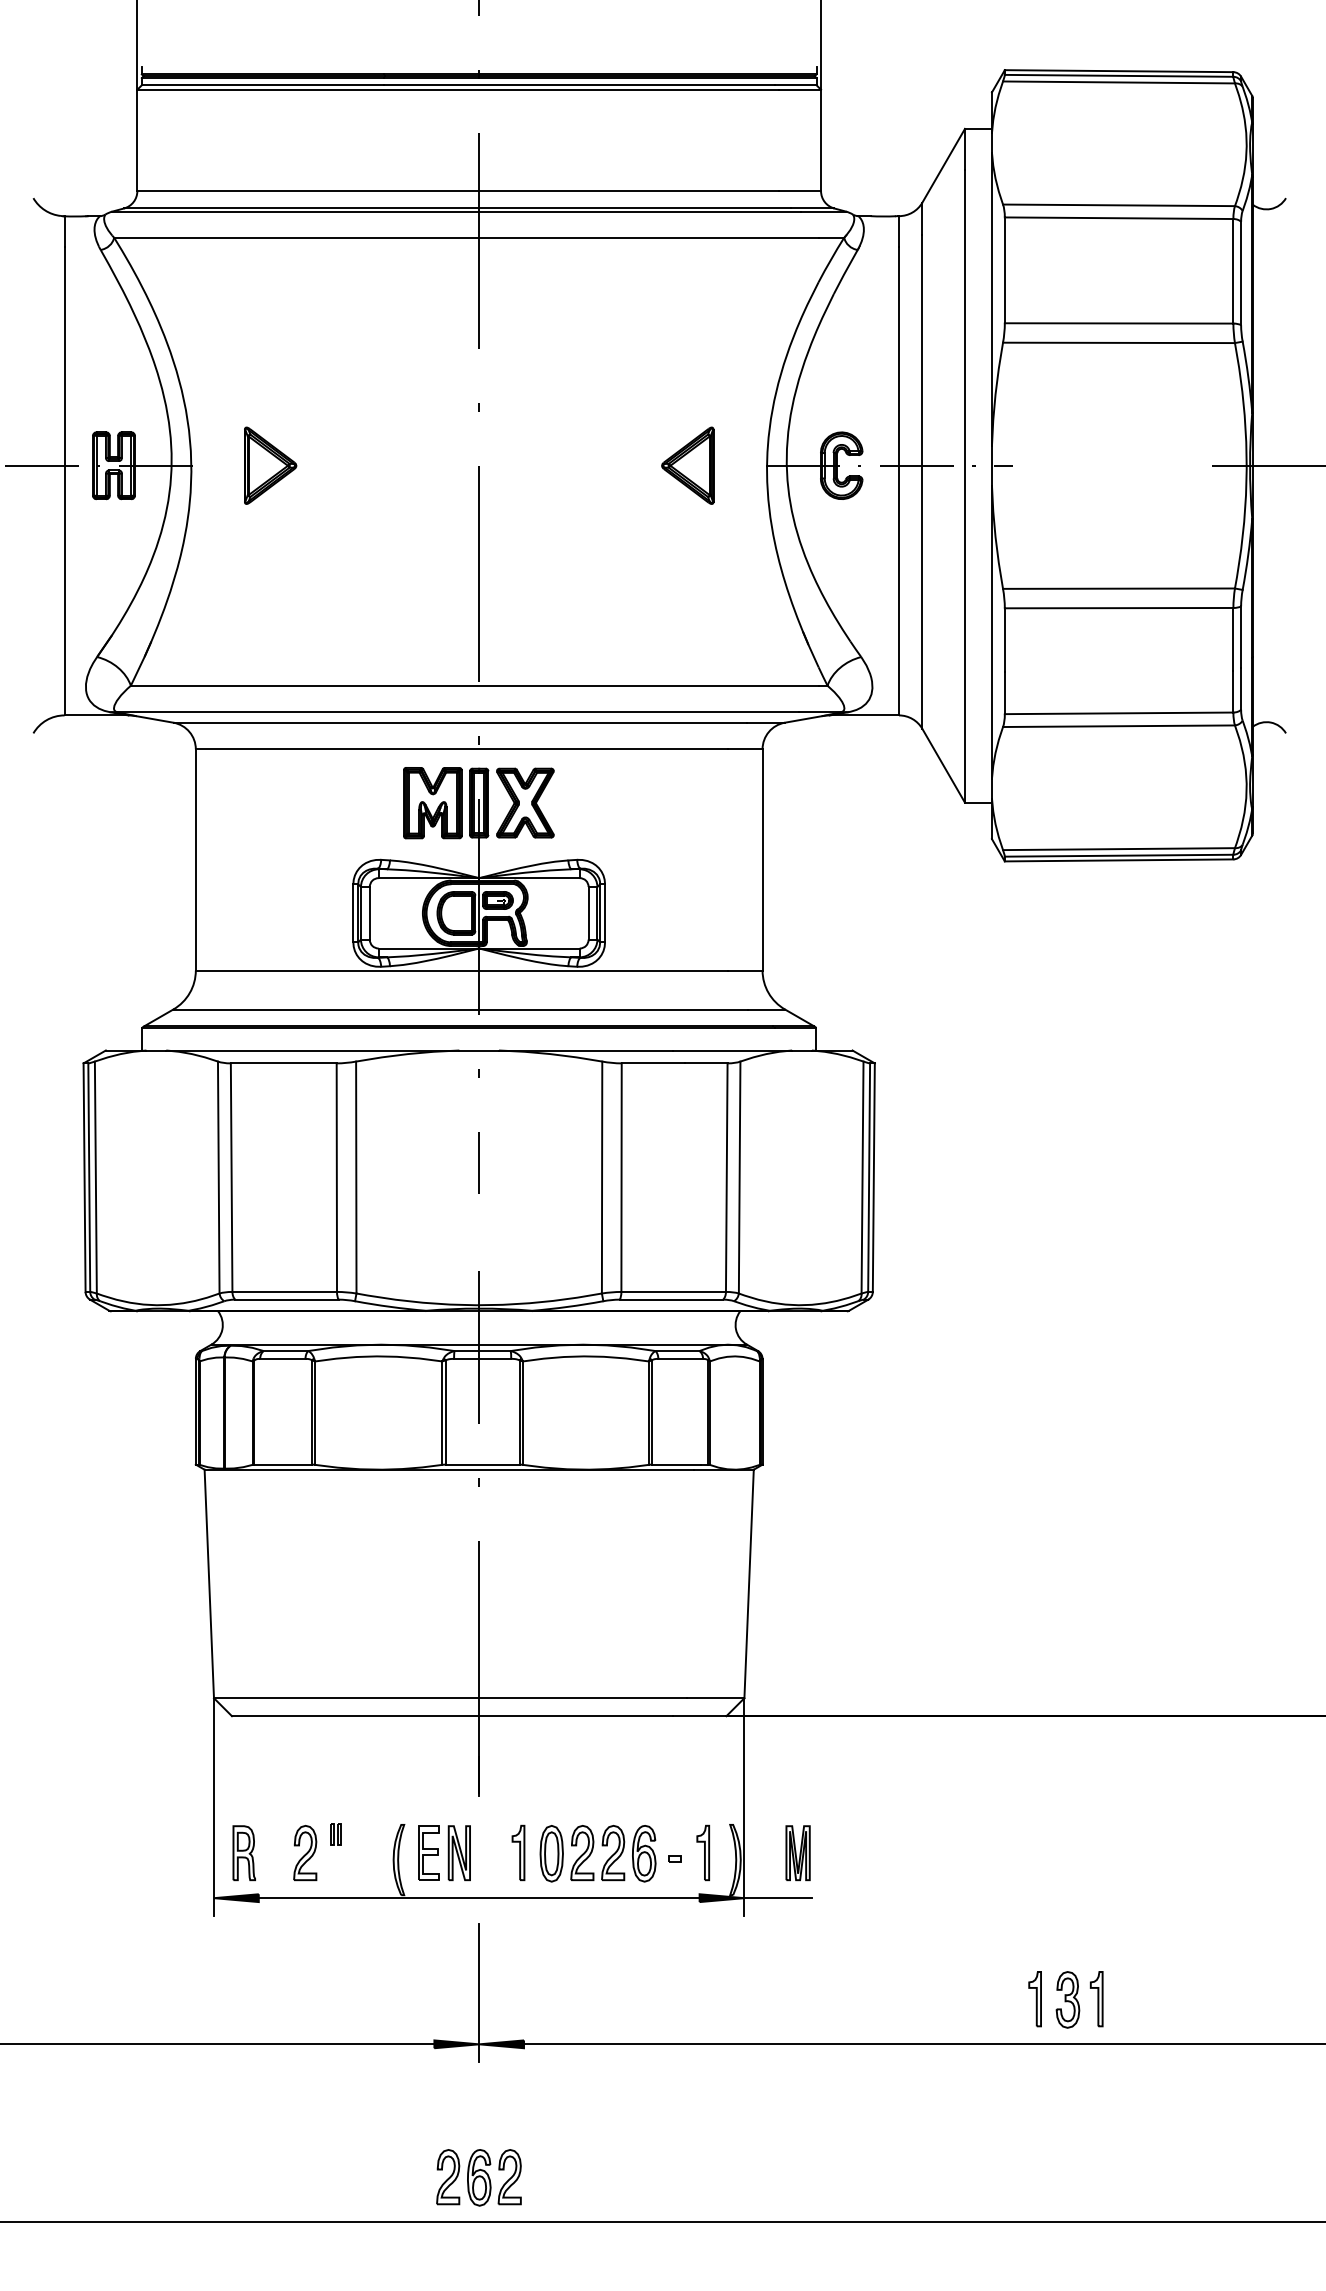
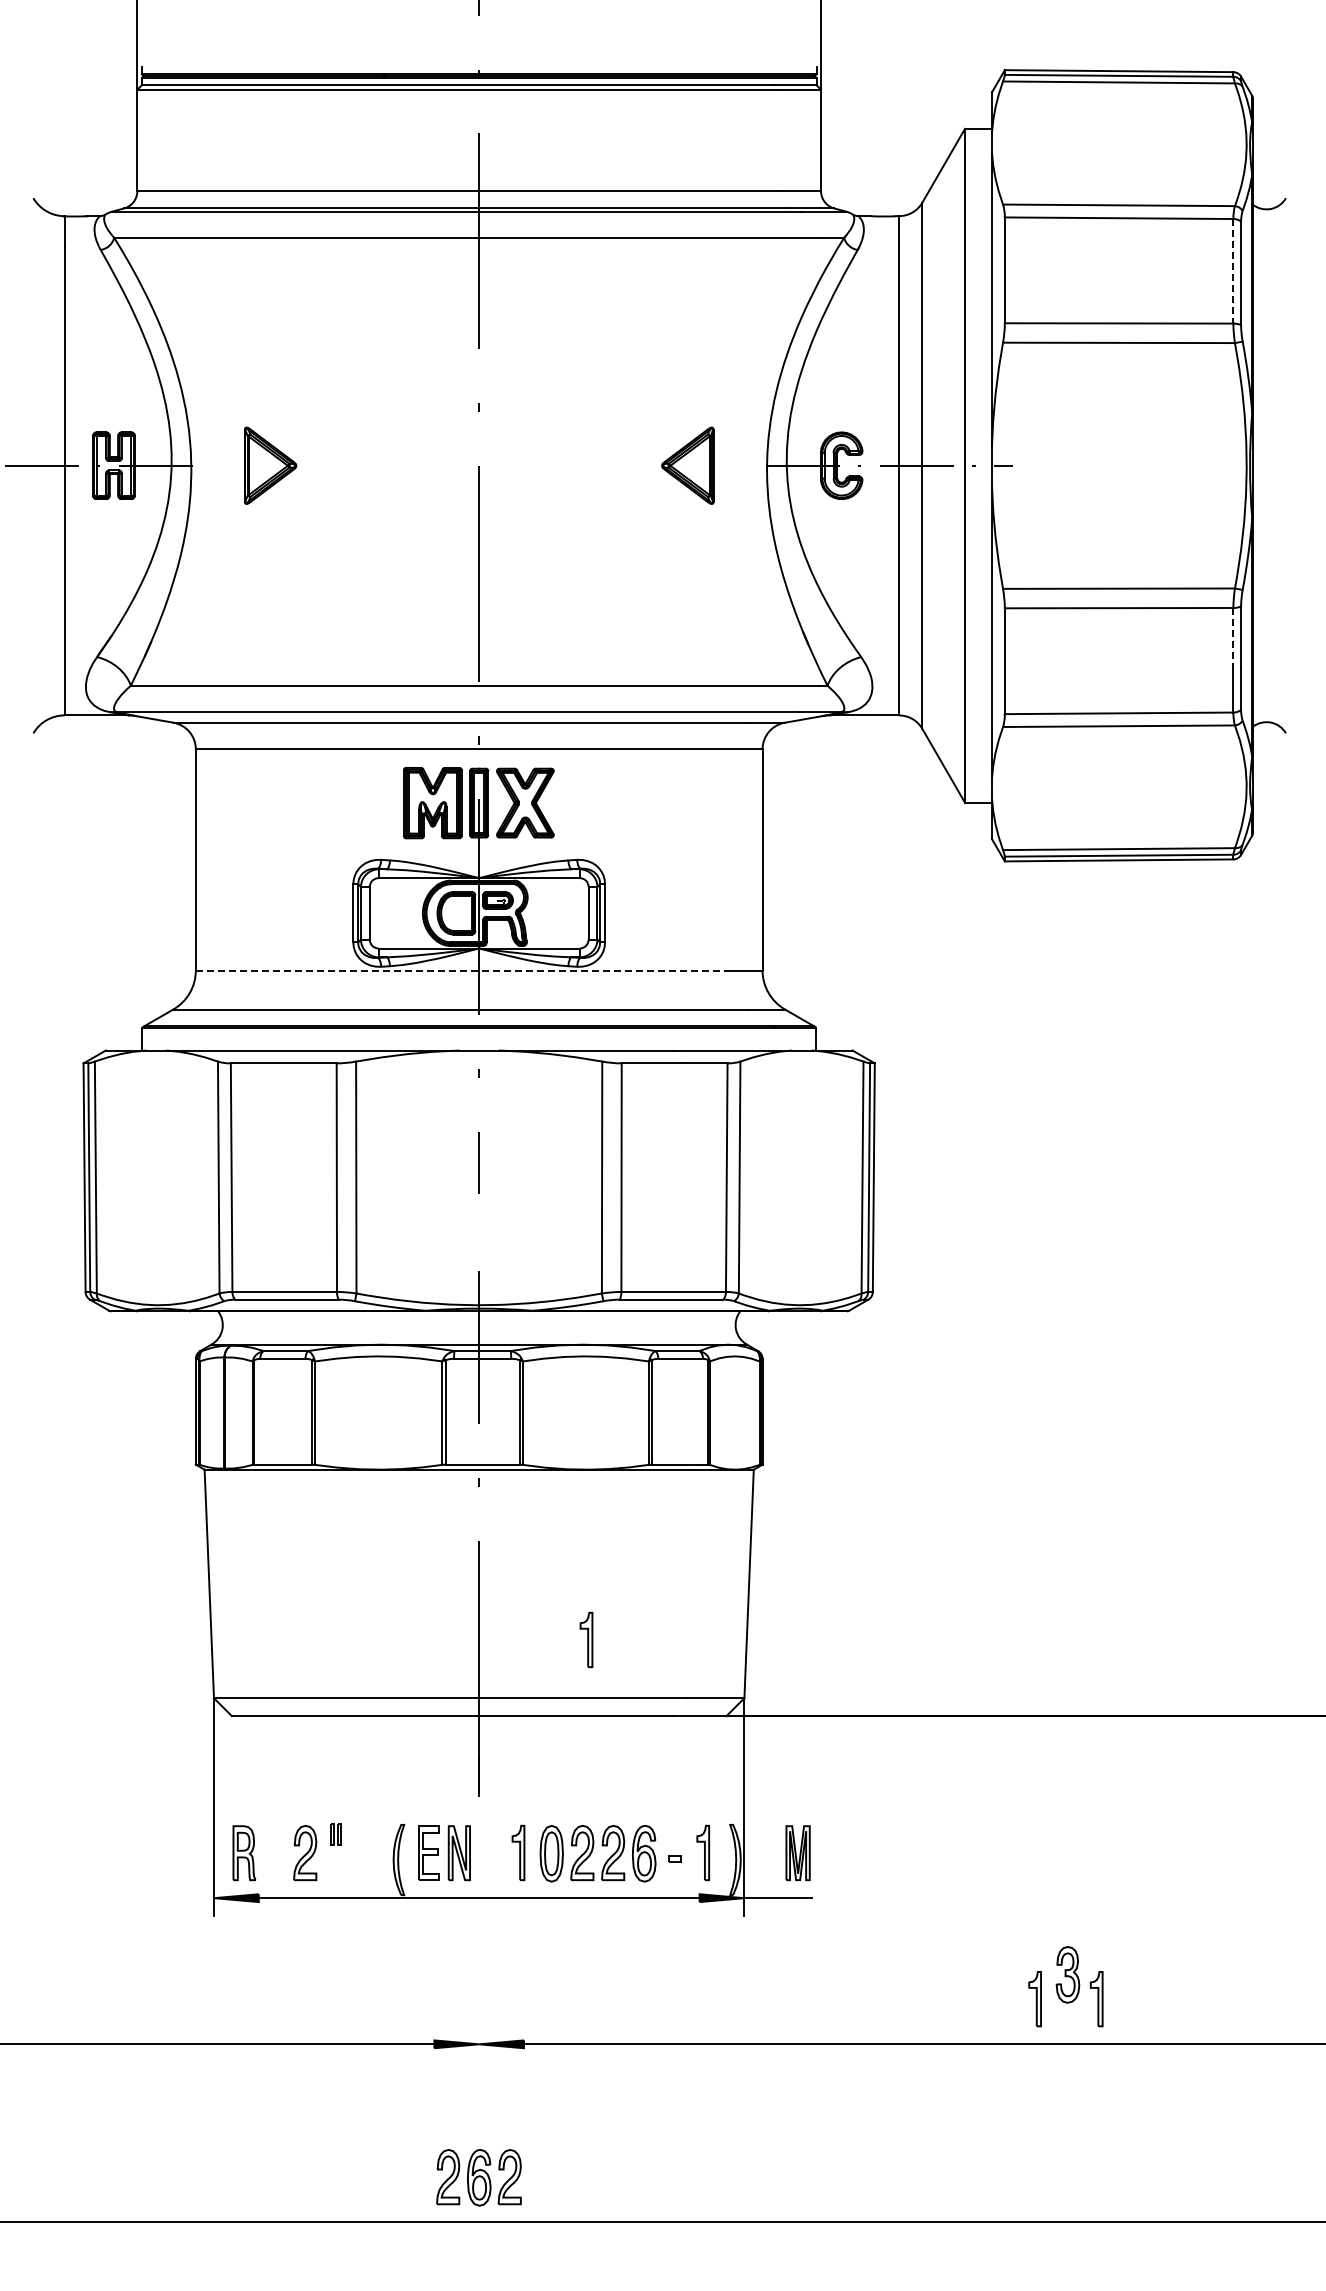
line at (1233, 271): solid -> dashed
line at (1267, 465): present -> none
line at (1233, 639): solid -> dashed
line at (462, 970): solid -> dashed
part at (586, 1639): none -> present
line at (479, 1993): present -> none
part at (1067, 1999) position: (1067, 1999) -> (1067, 1974)
